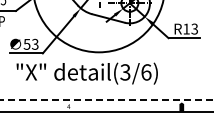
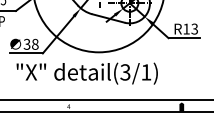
text at (31, 43): 53 -> 38
text at (146, 72): detail(3/6) -> detail(3/1)
line at (106, 99): dashed -> solid
